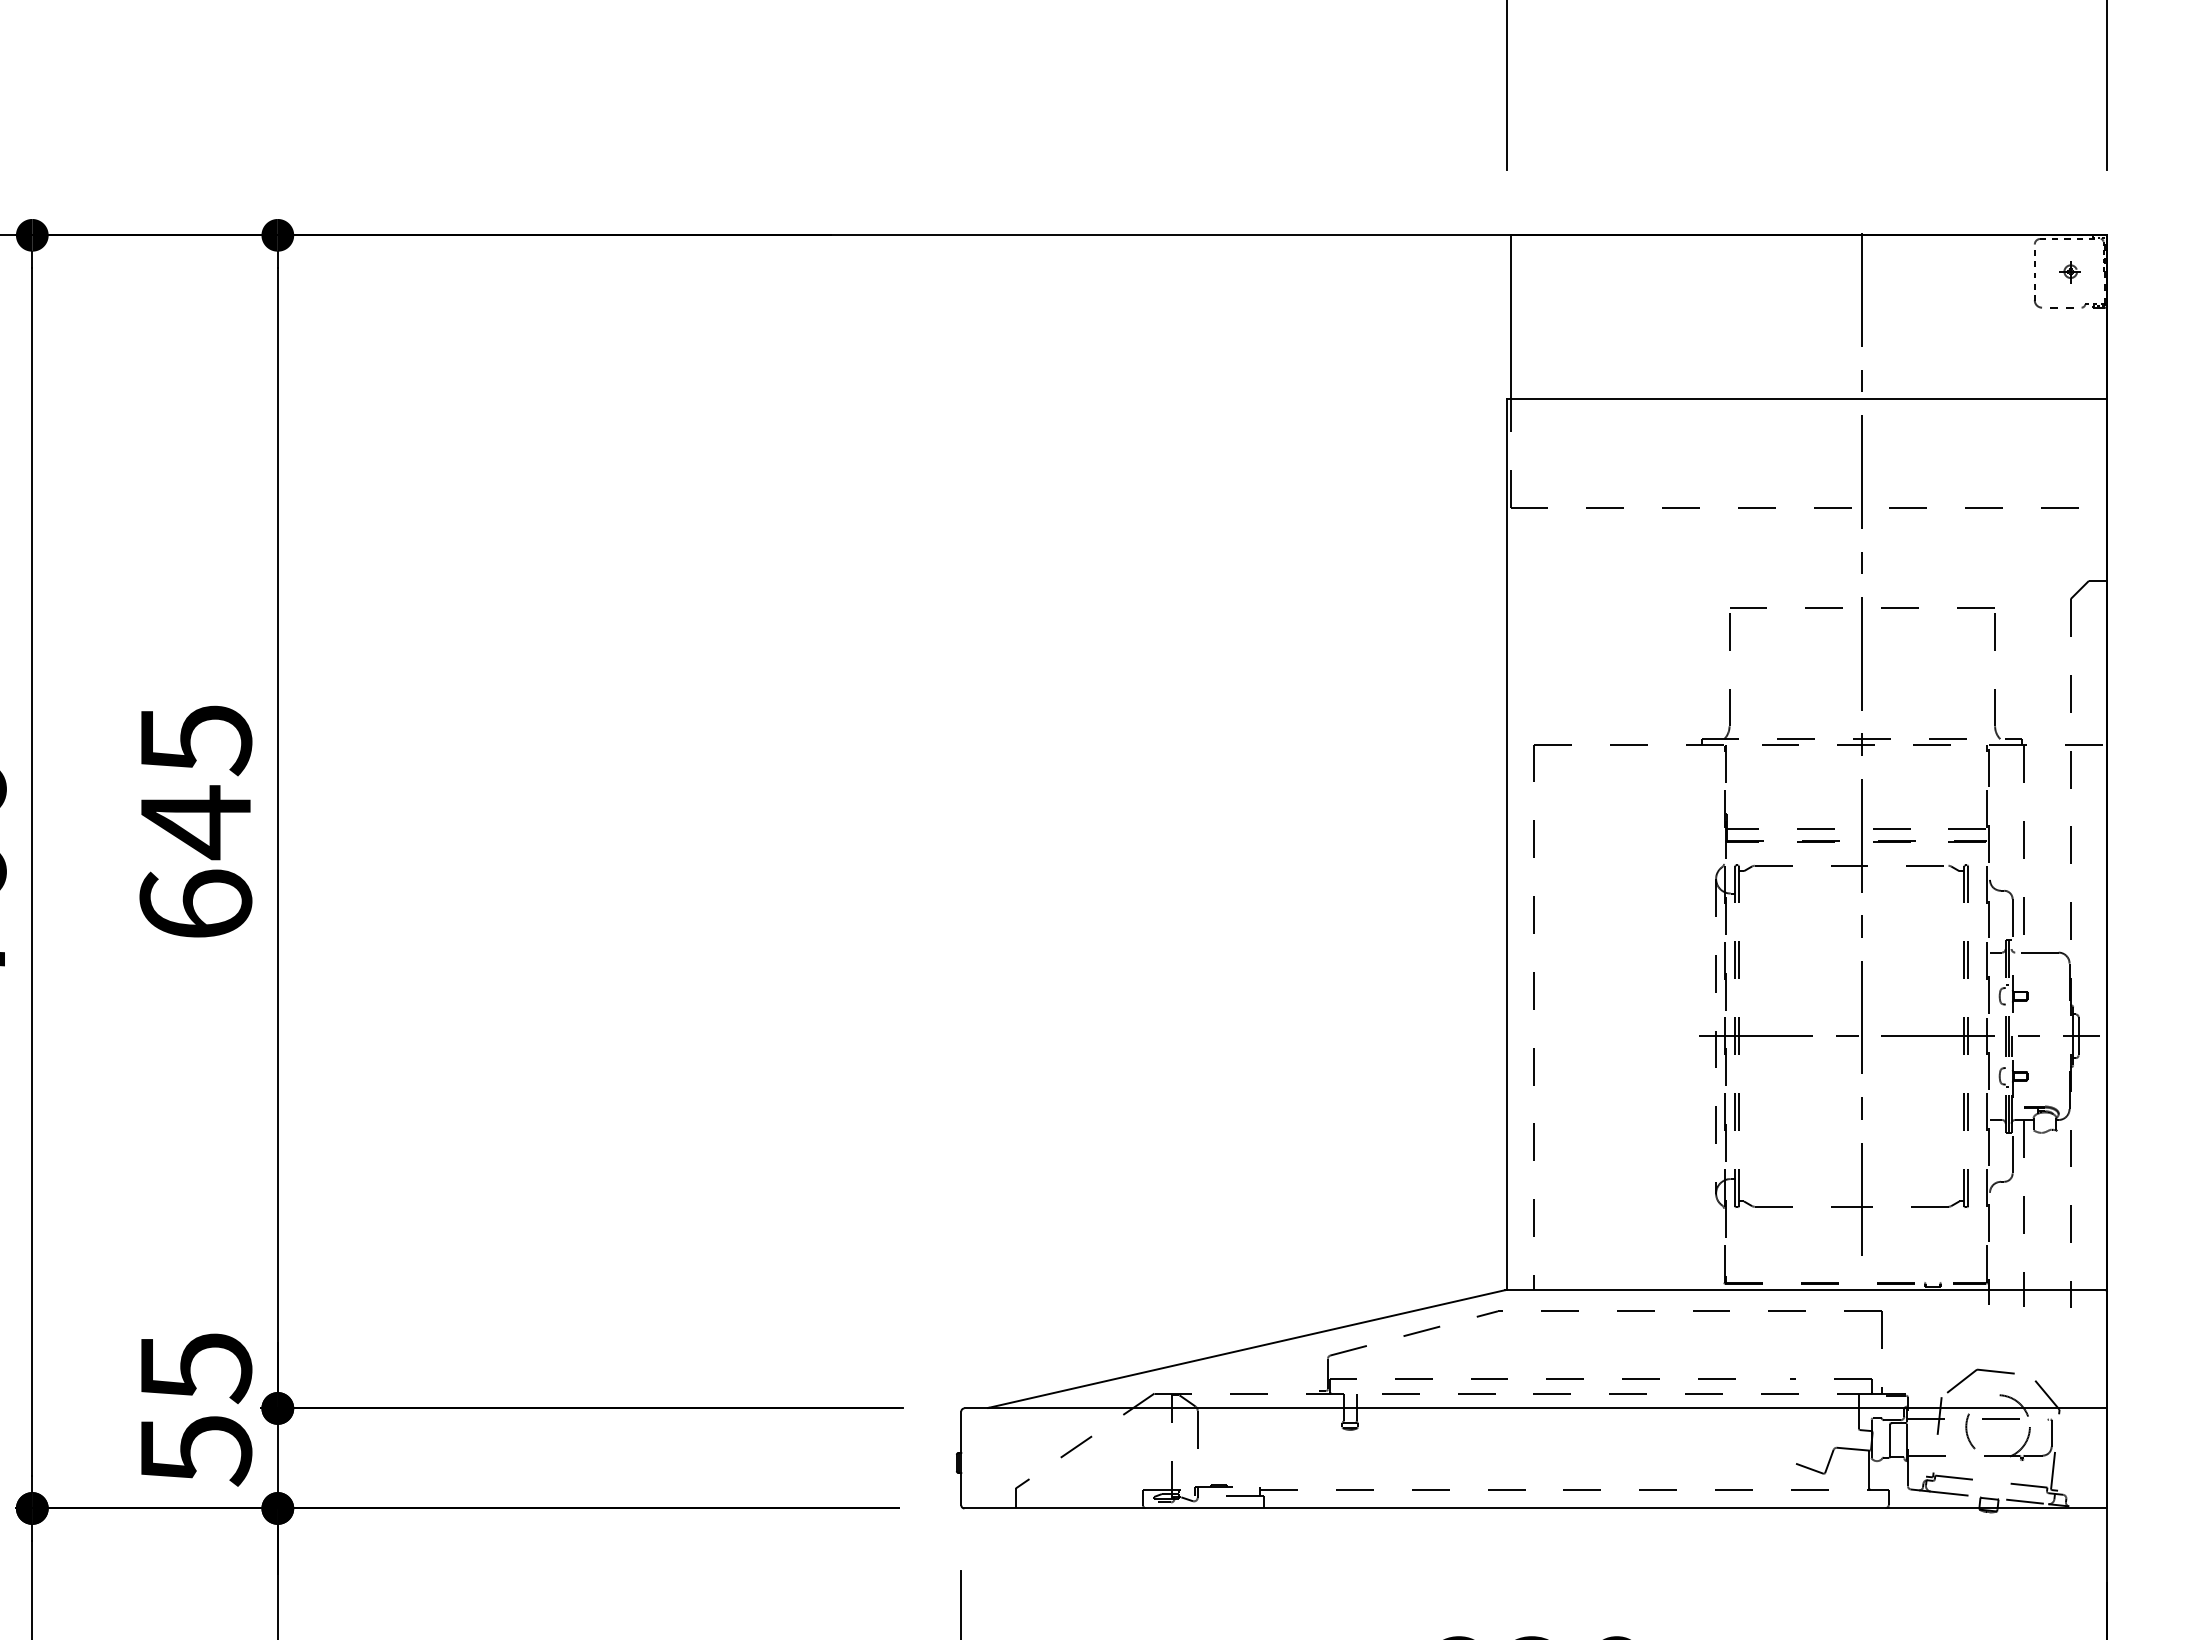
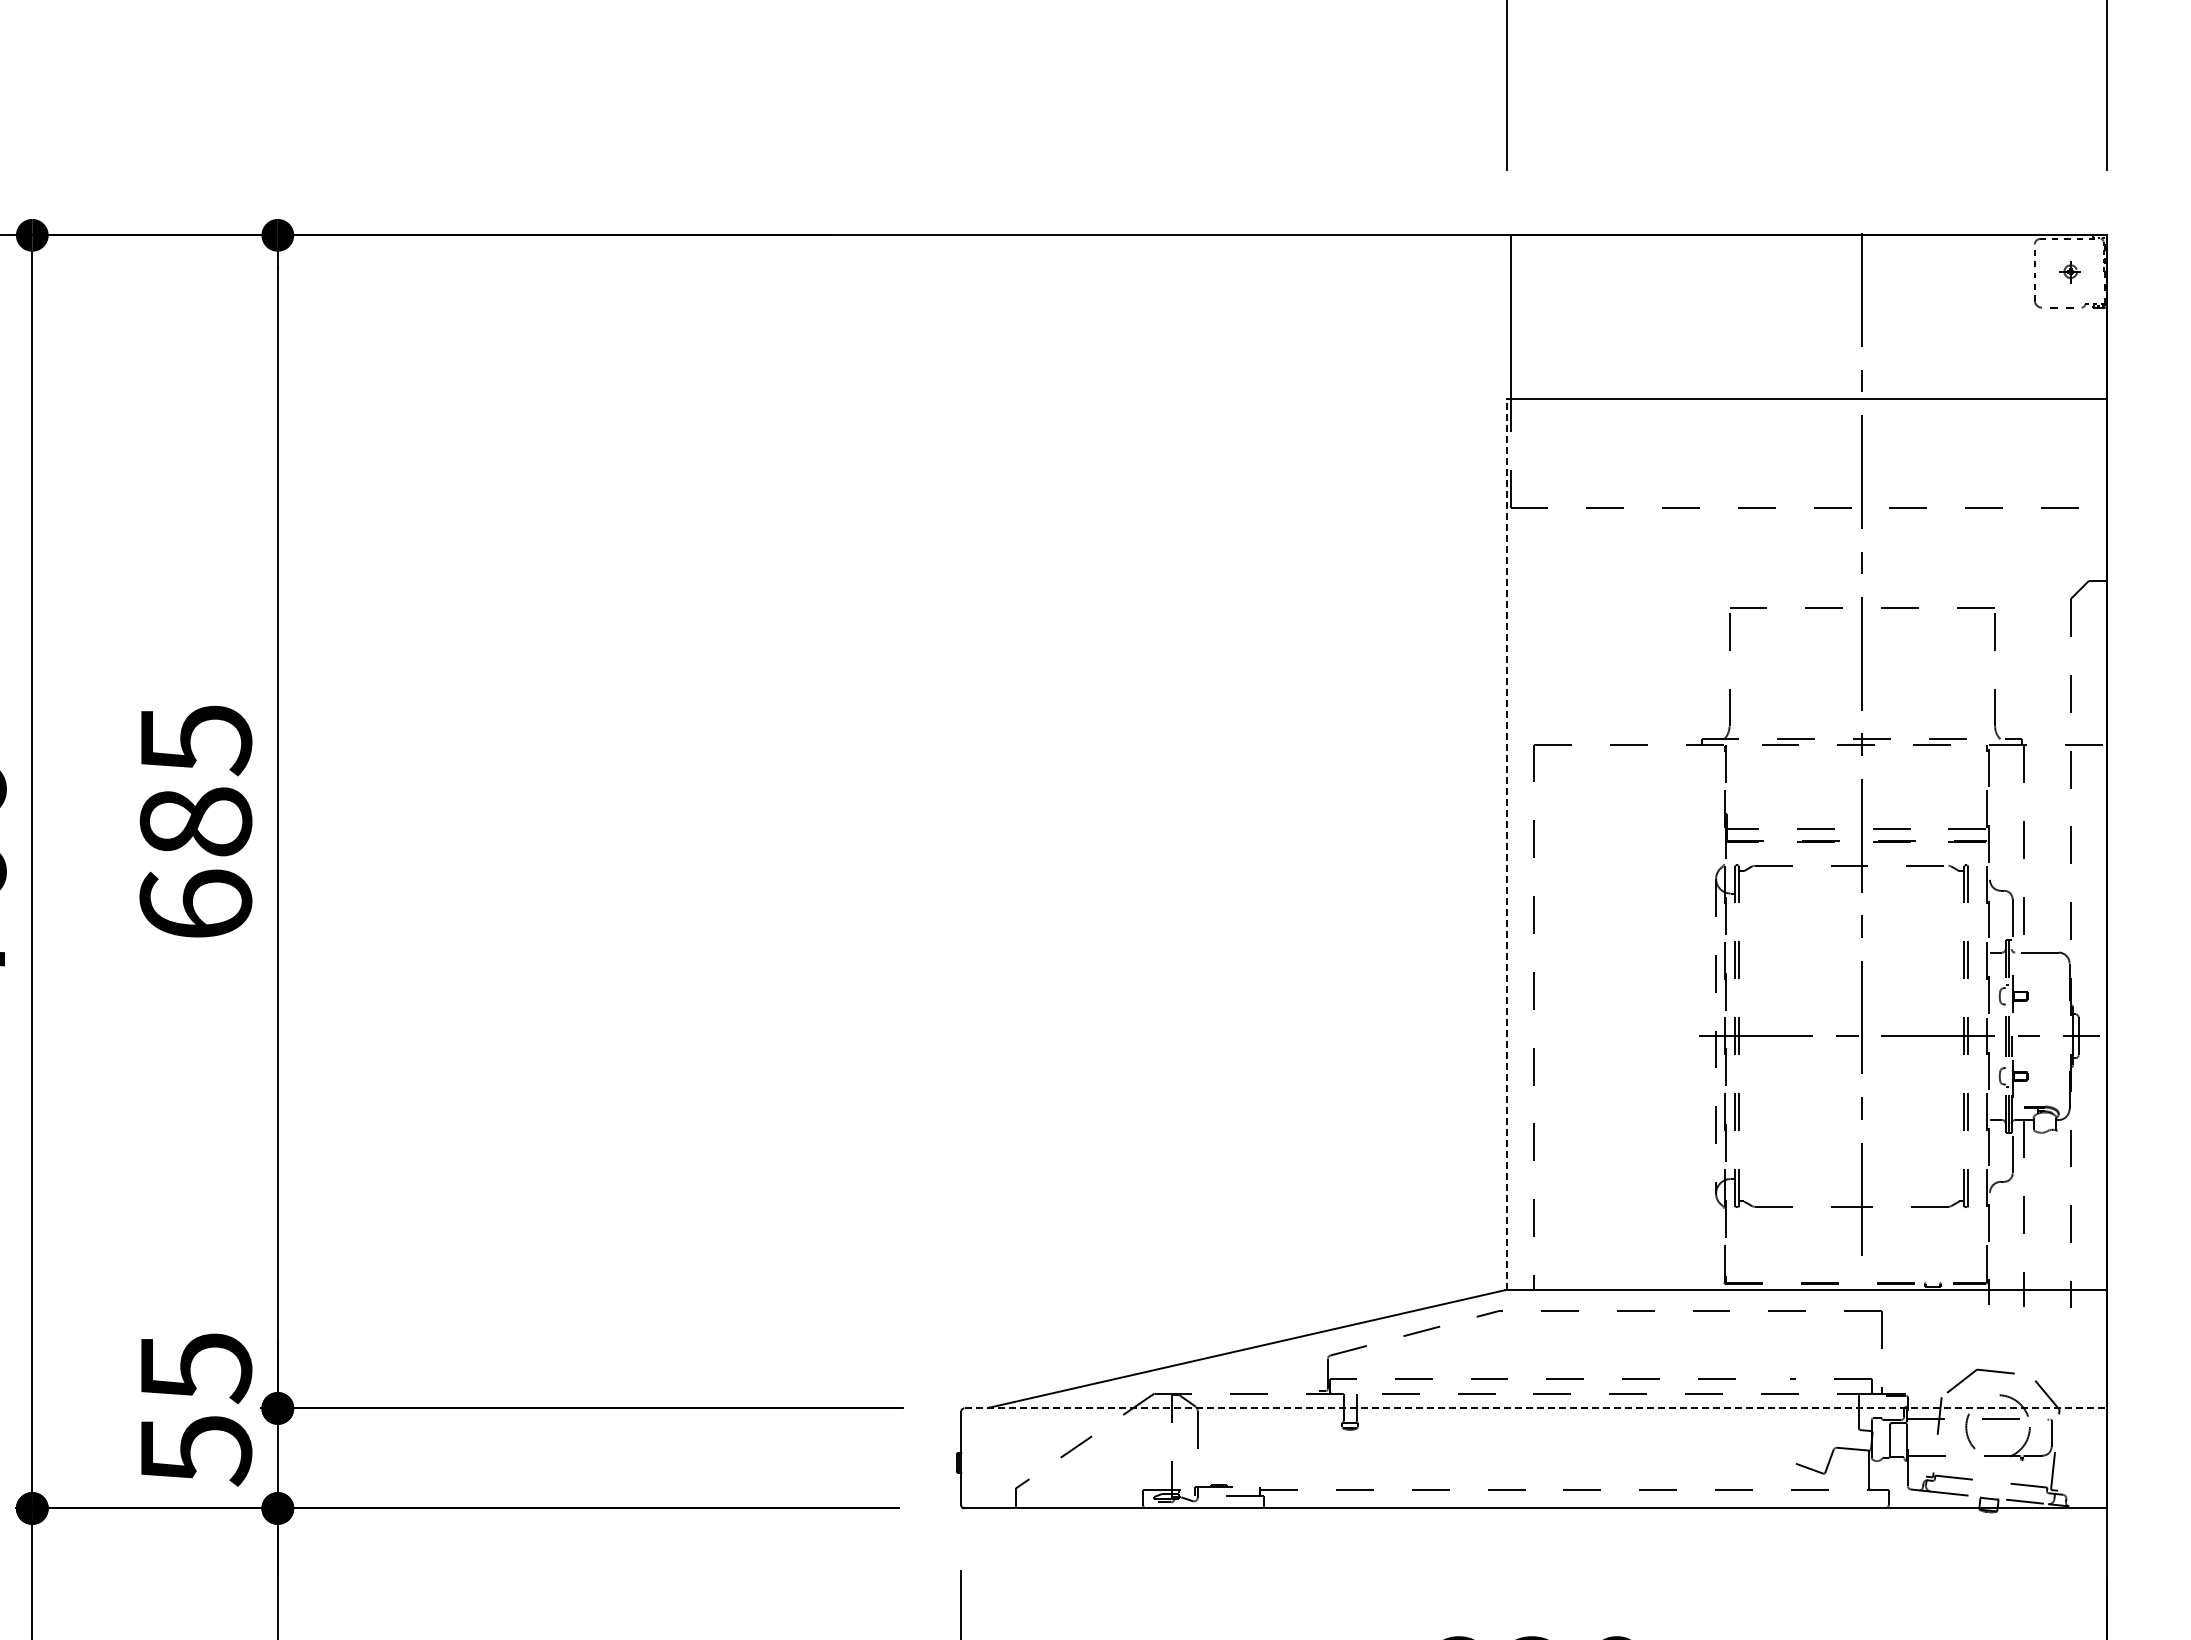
text at (195, 822): 645 -> 685
line at (1506, 844): solid -> dashed
line at (1536, 1408): solid -> dashed
